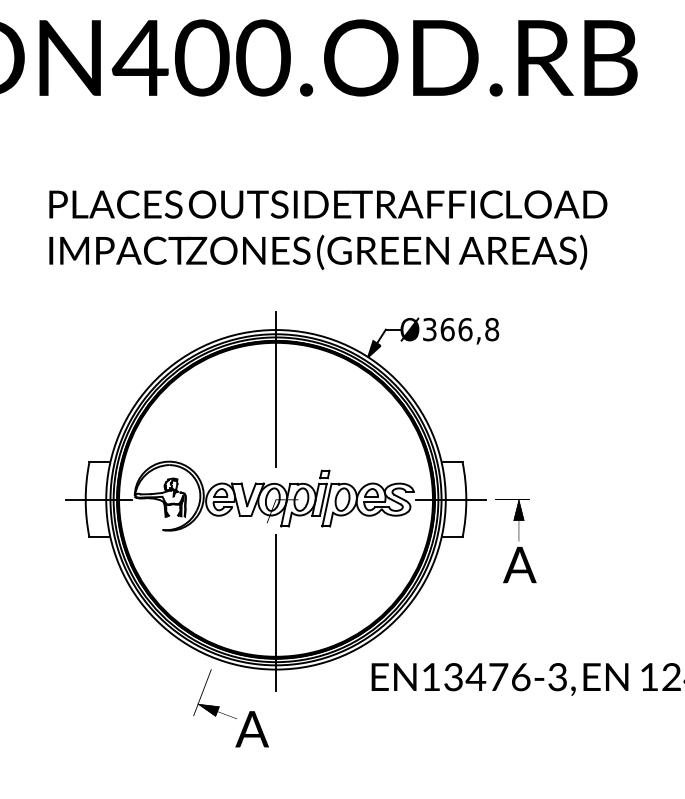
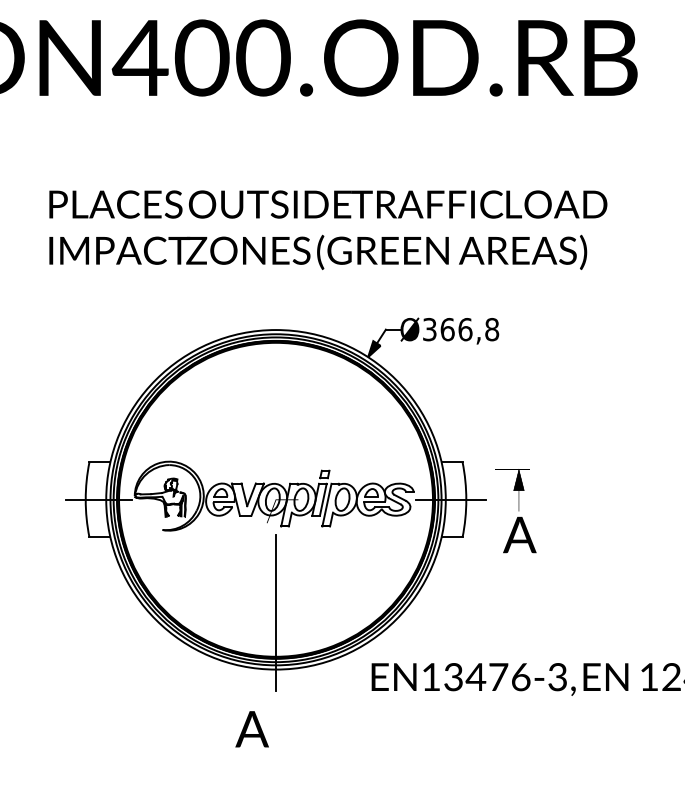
line at (276, 389): present -> none
text at (515, 541) position: (515, 541) -> (515, 511)
part at (204, 689): present -> none
